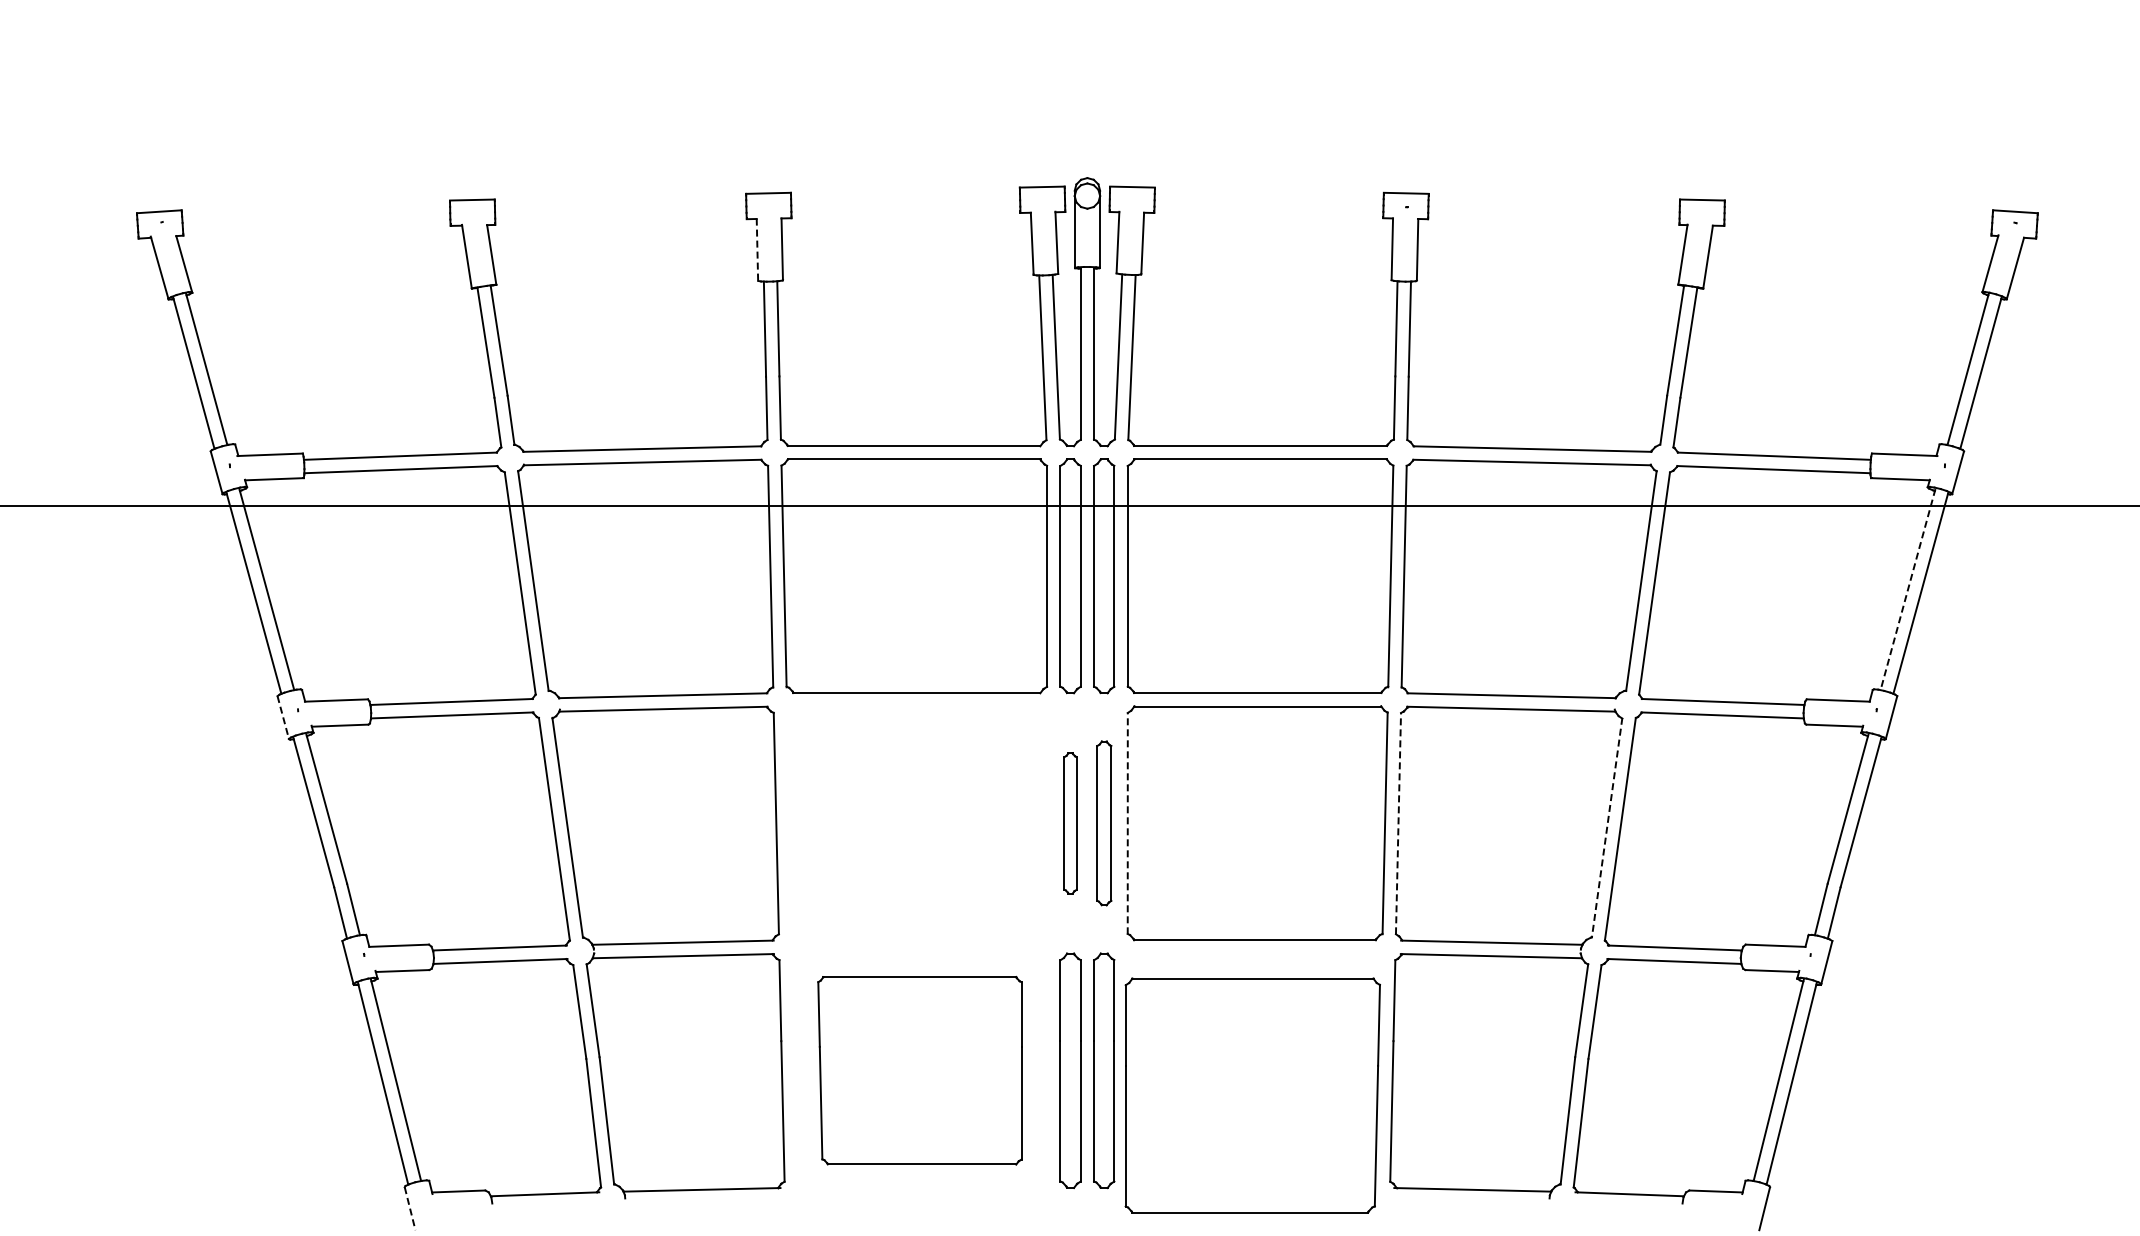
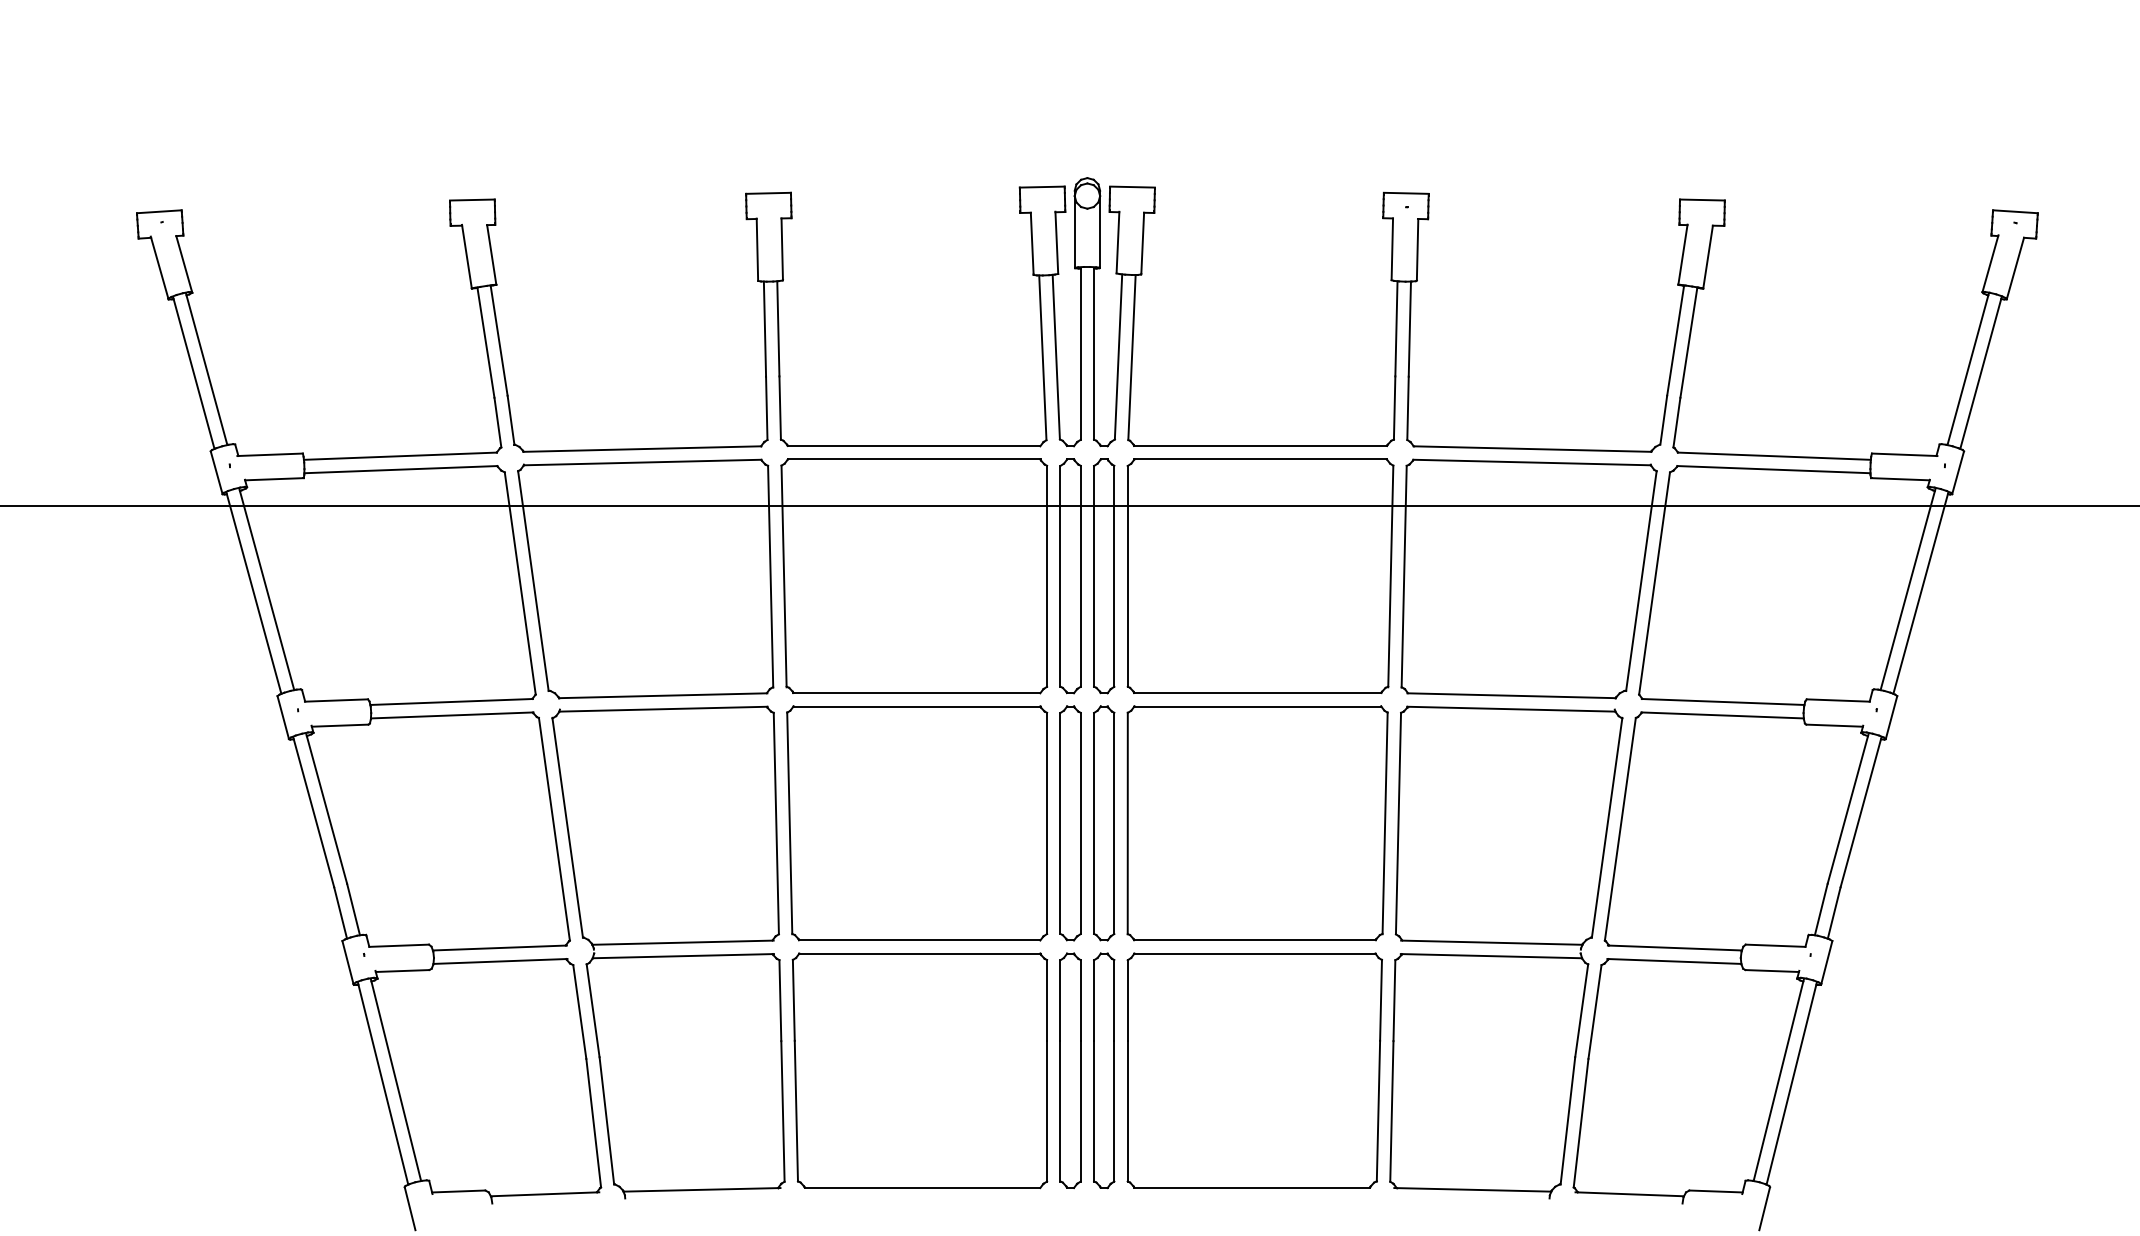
line at (757, 250): dashed -> solid
line at (1907, 590): dashed -> solid
line at (283, 718): dashed -> solid
part at (917, 823): none -> present
part at (1070, 823) size: 15x143 px -> 23x237 px
part at (1104, 823) size: 17x167 px -> 23x237 px
line at (1127, 823): dashed -> solid
line at (1398, 823): dashed -> solid
line at (1607, 828): dashed -> solid
part at (919, 1070) size: 206x191 px -> 258x238 px
part at (1252, 1095) position: (1252, 1095) -> (1254, 1070)
line at (410, 1209): dashed -> solid
